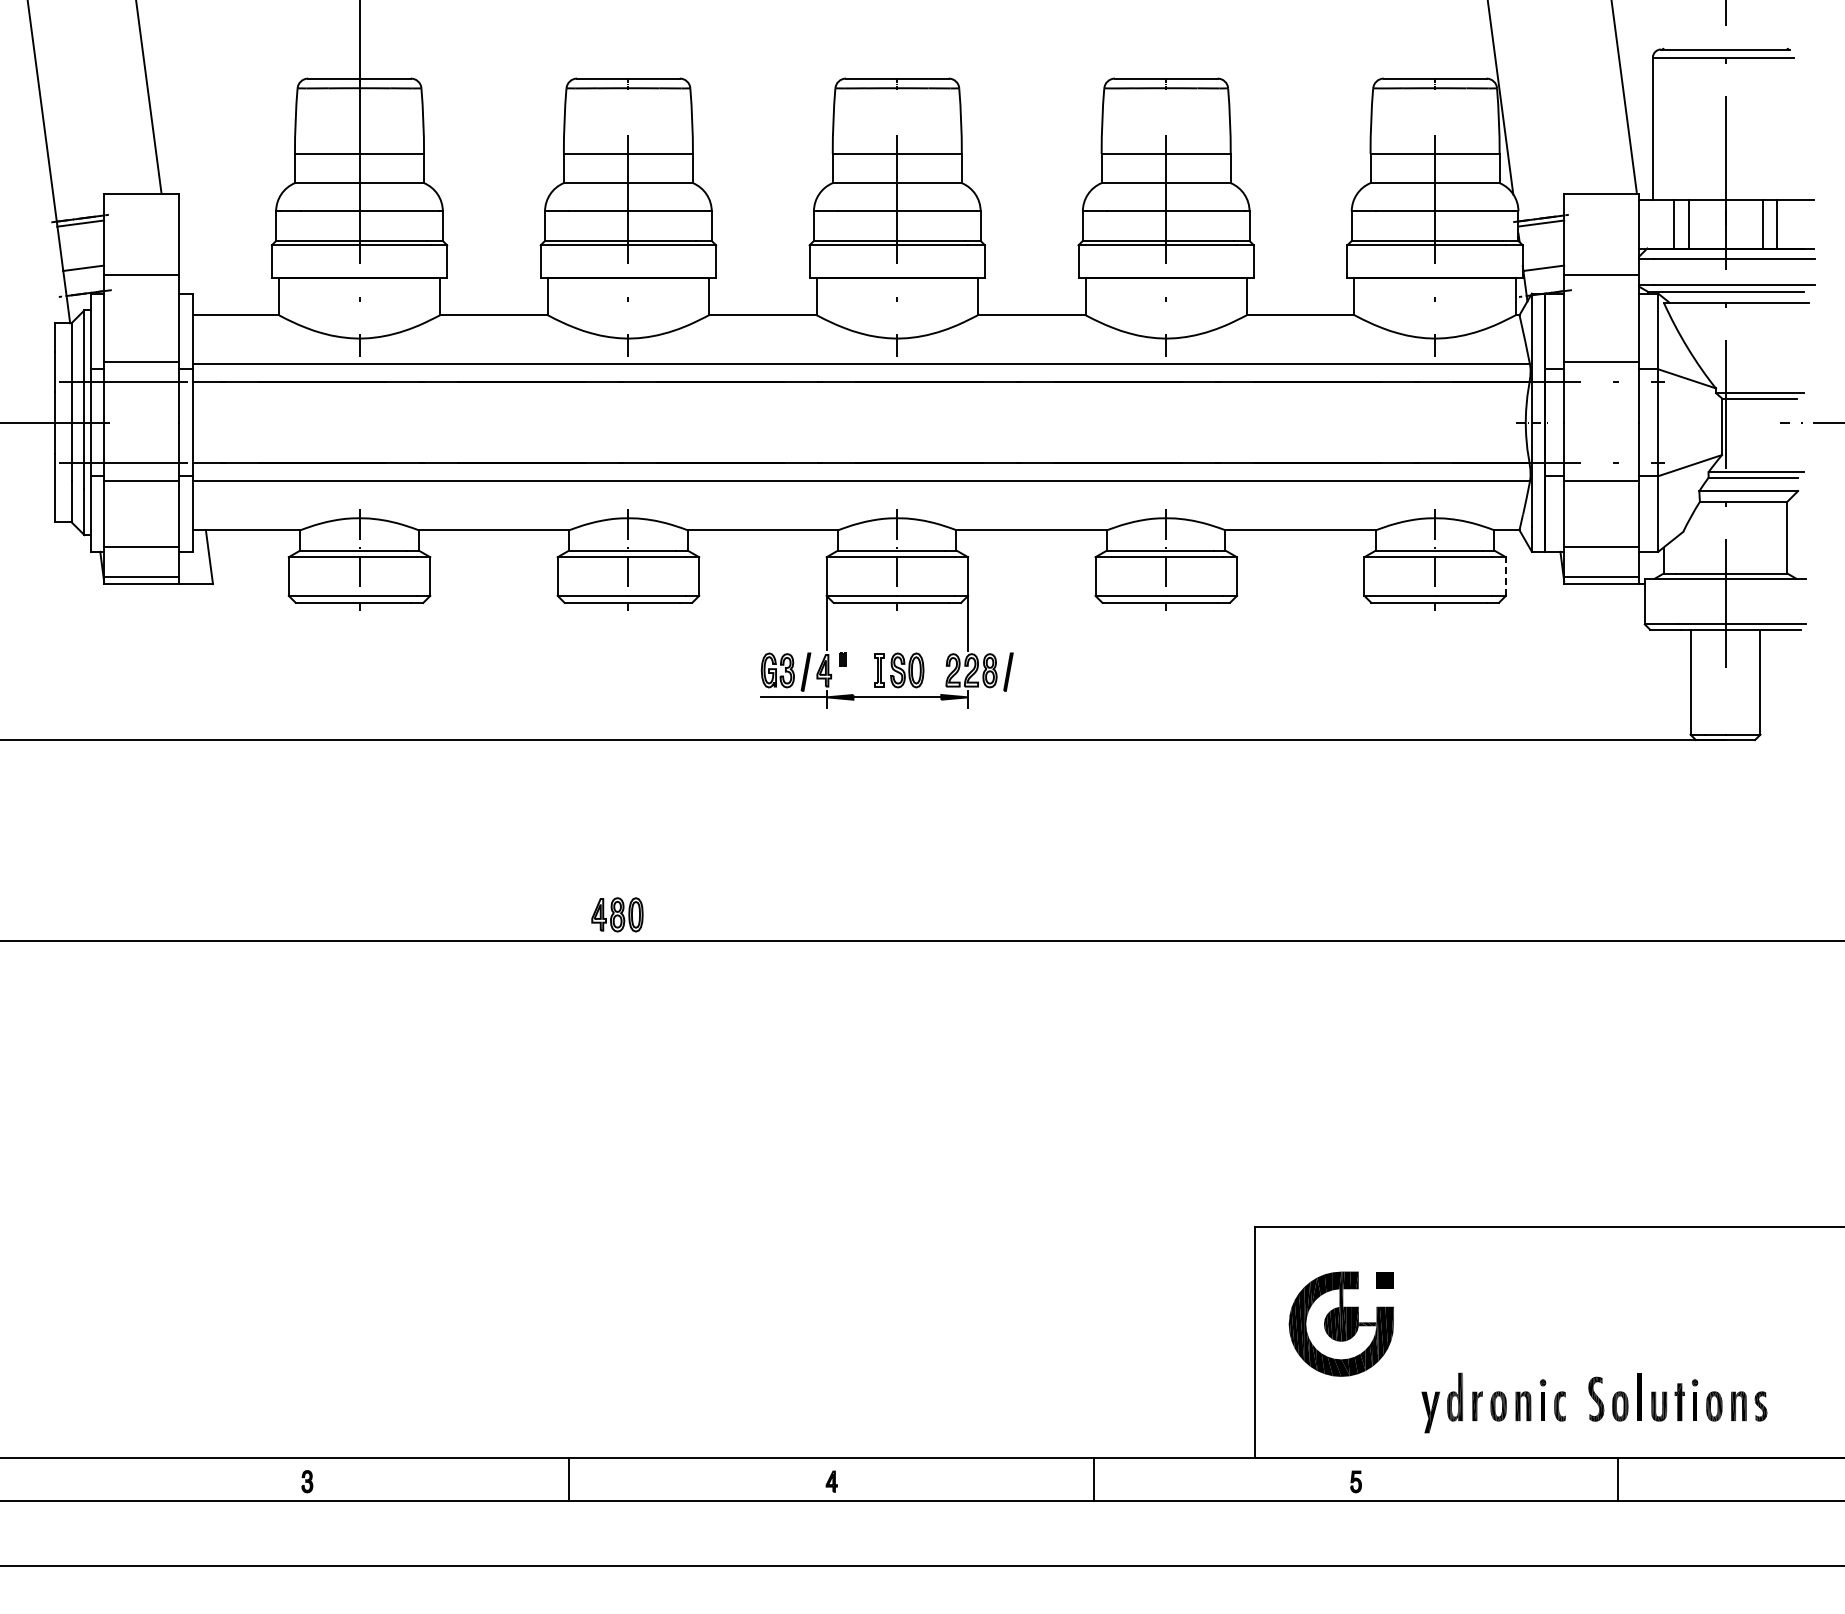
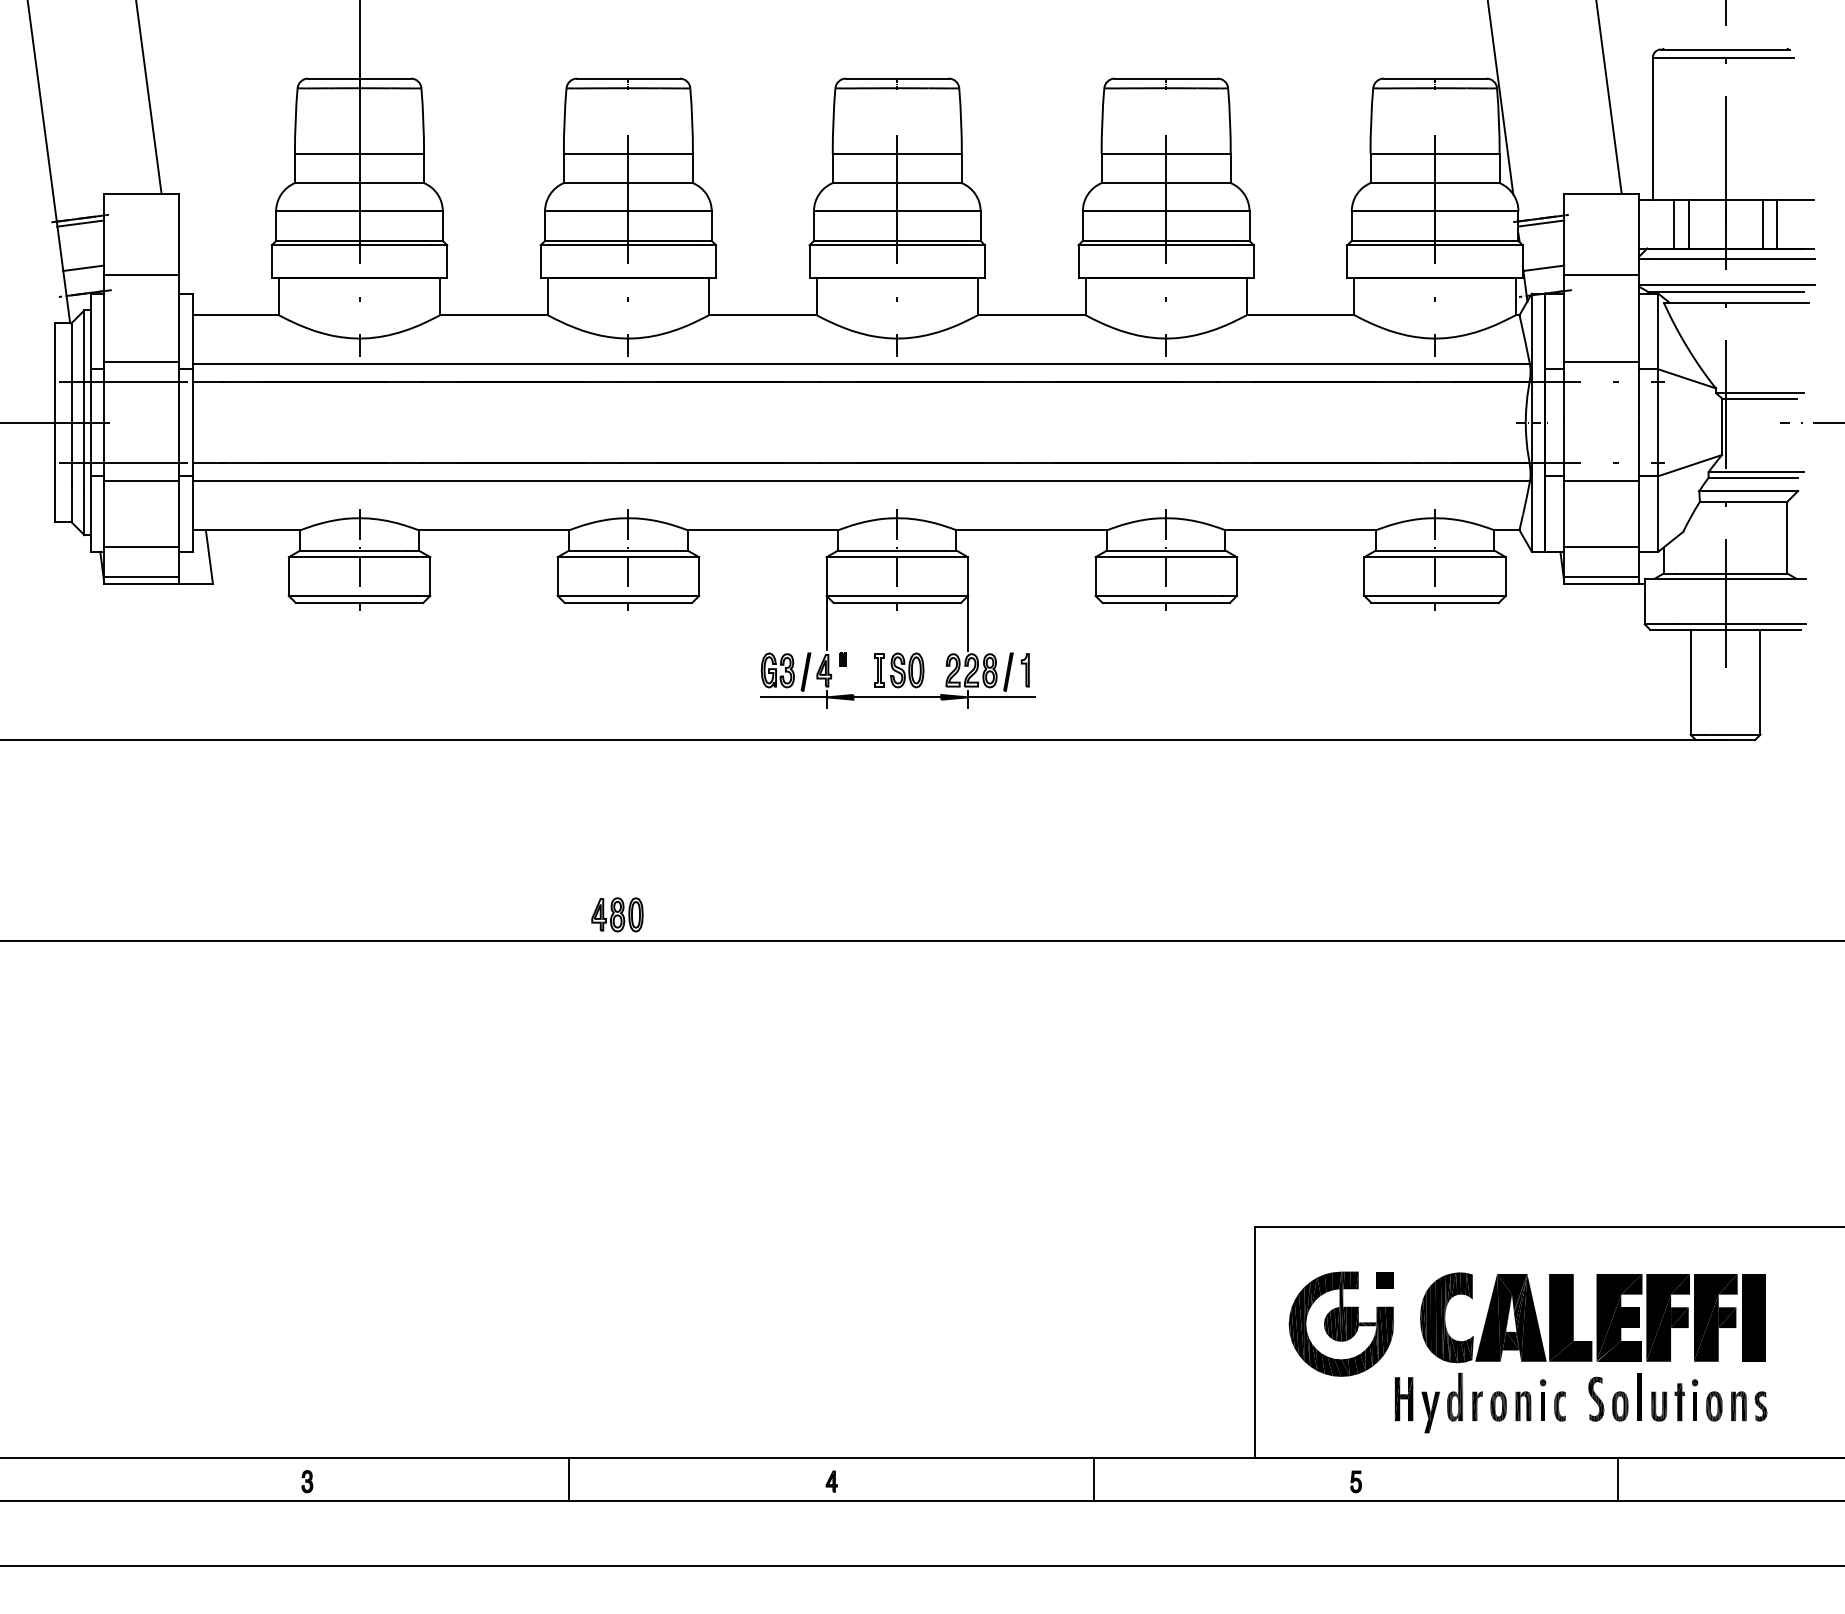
line at (1623, 96) position: (1623, 96) -> (1608, 97)
line at (1505, 576): dashed -> solid
part at (1024, 670): none -> present
line at (1001, 697): none -> present
part at (1592, 1317): none -> present
part at (1404, 1399): none -> present
